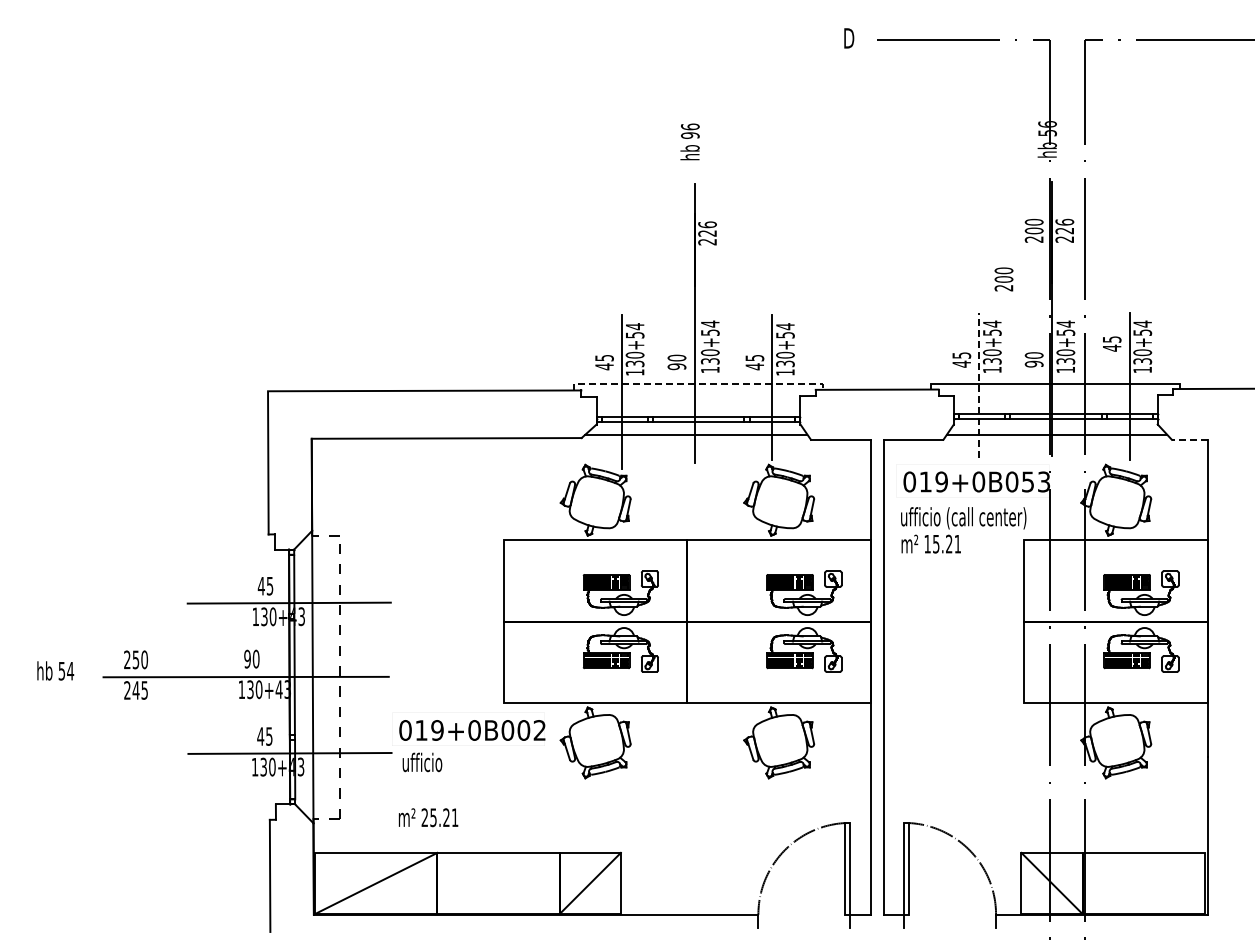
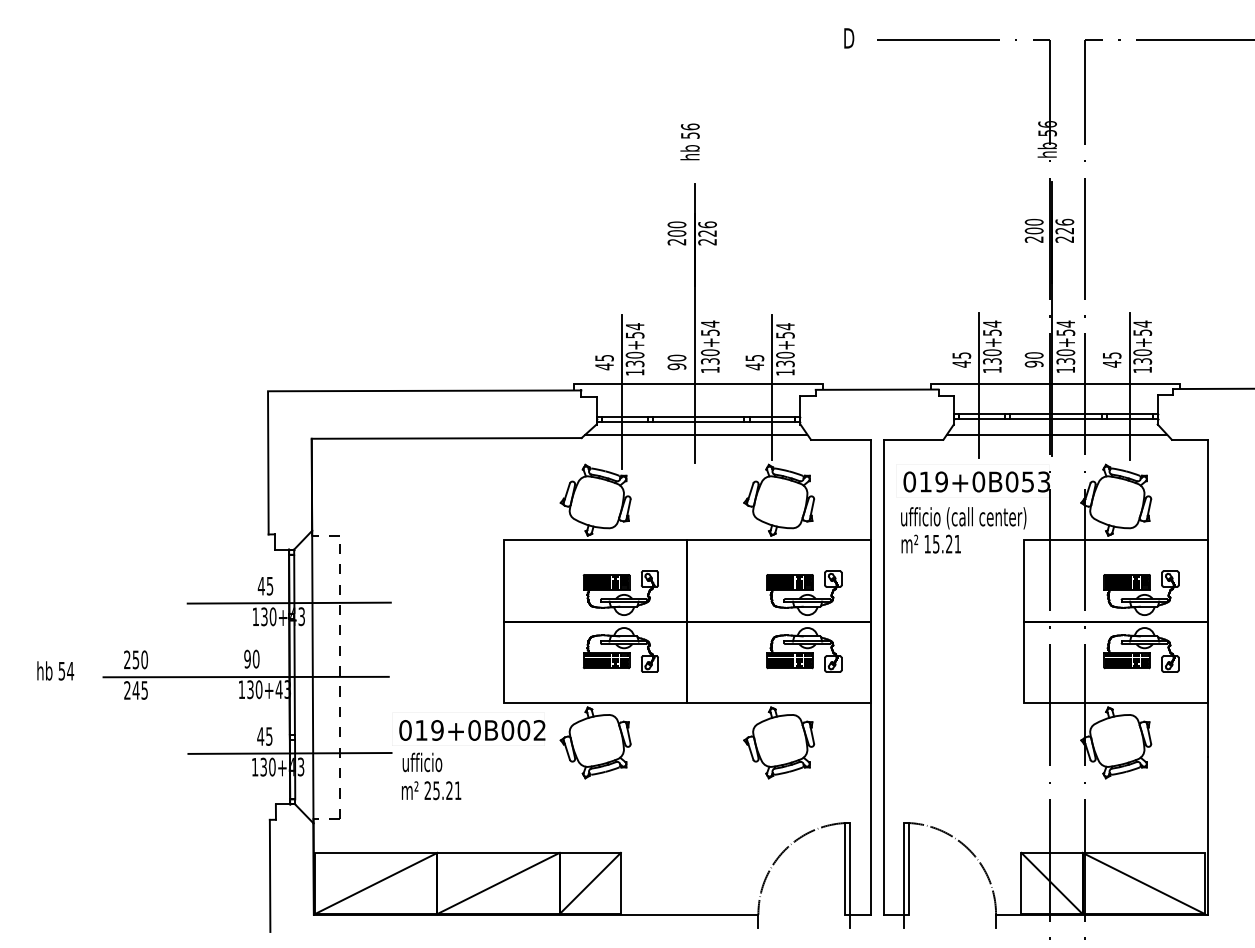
text at (690, 135): 96 -> 56
text at (1003, 279) position: (1003, 279) -> (676, 233)
text at (1112, 343) position: (1112, 343) -> (1112, 359)
line at (699, 383): dashed -> solid
line at (979, 385): dashed -> solid
line at (1189, 439): dashed -> solid
text at (428, 817) position: (428, 817) -> (431, 790)
line at (498, 883): none -> present
line at (1143, 883): none -> present
